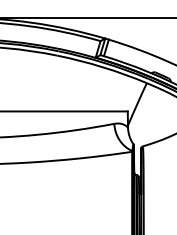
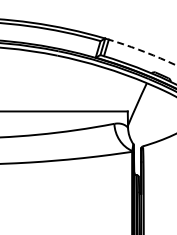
line at (87, 17): present -> none
arc at (143, 51): solid -> dashed
